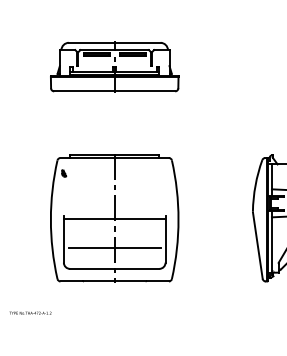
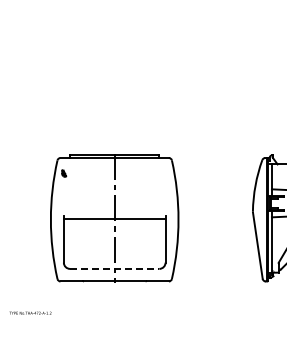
part at (114, 66): present -> none
line at (114, 248): present -> none
line at (114, 268): solid -> dashed
